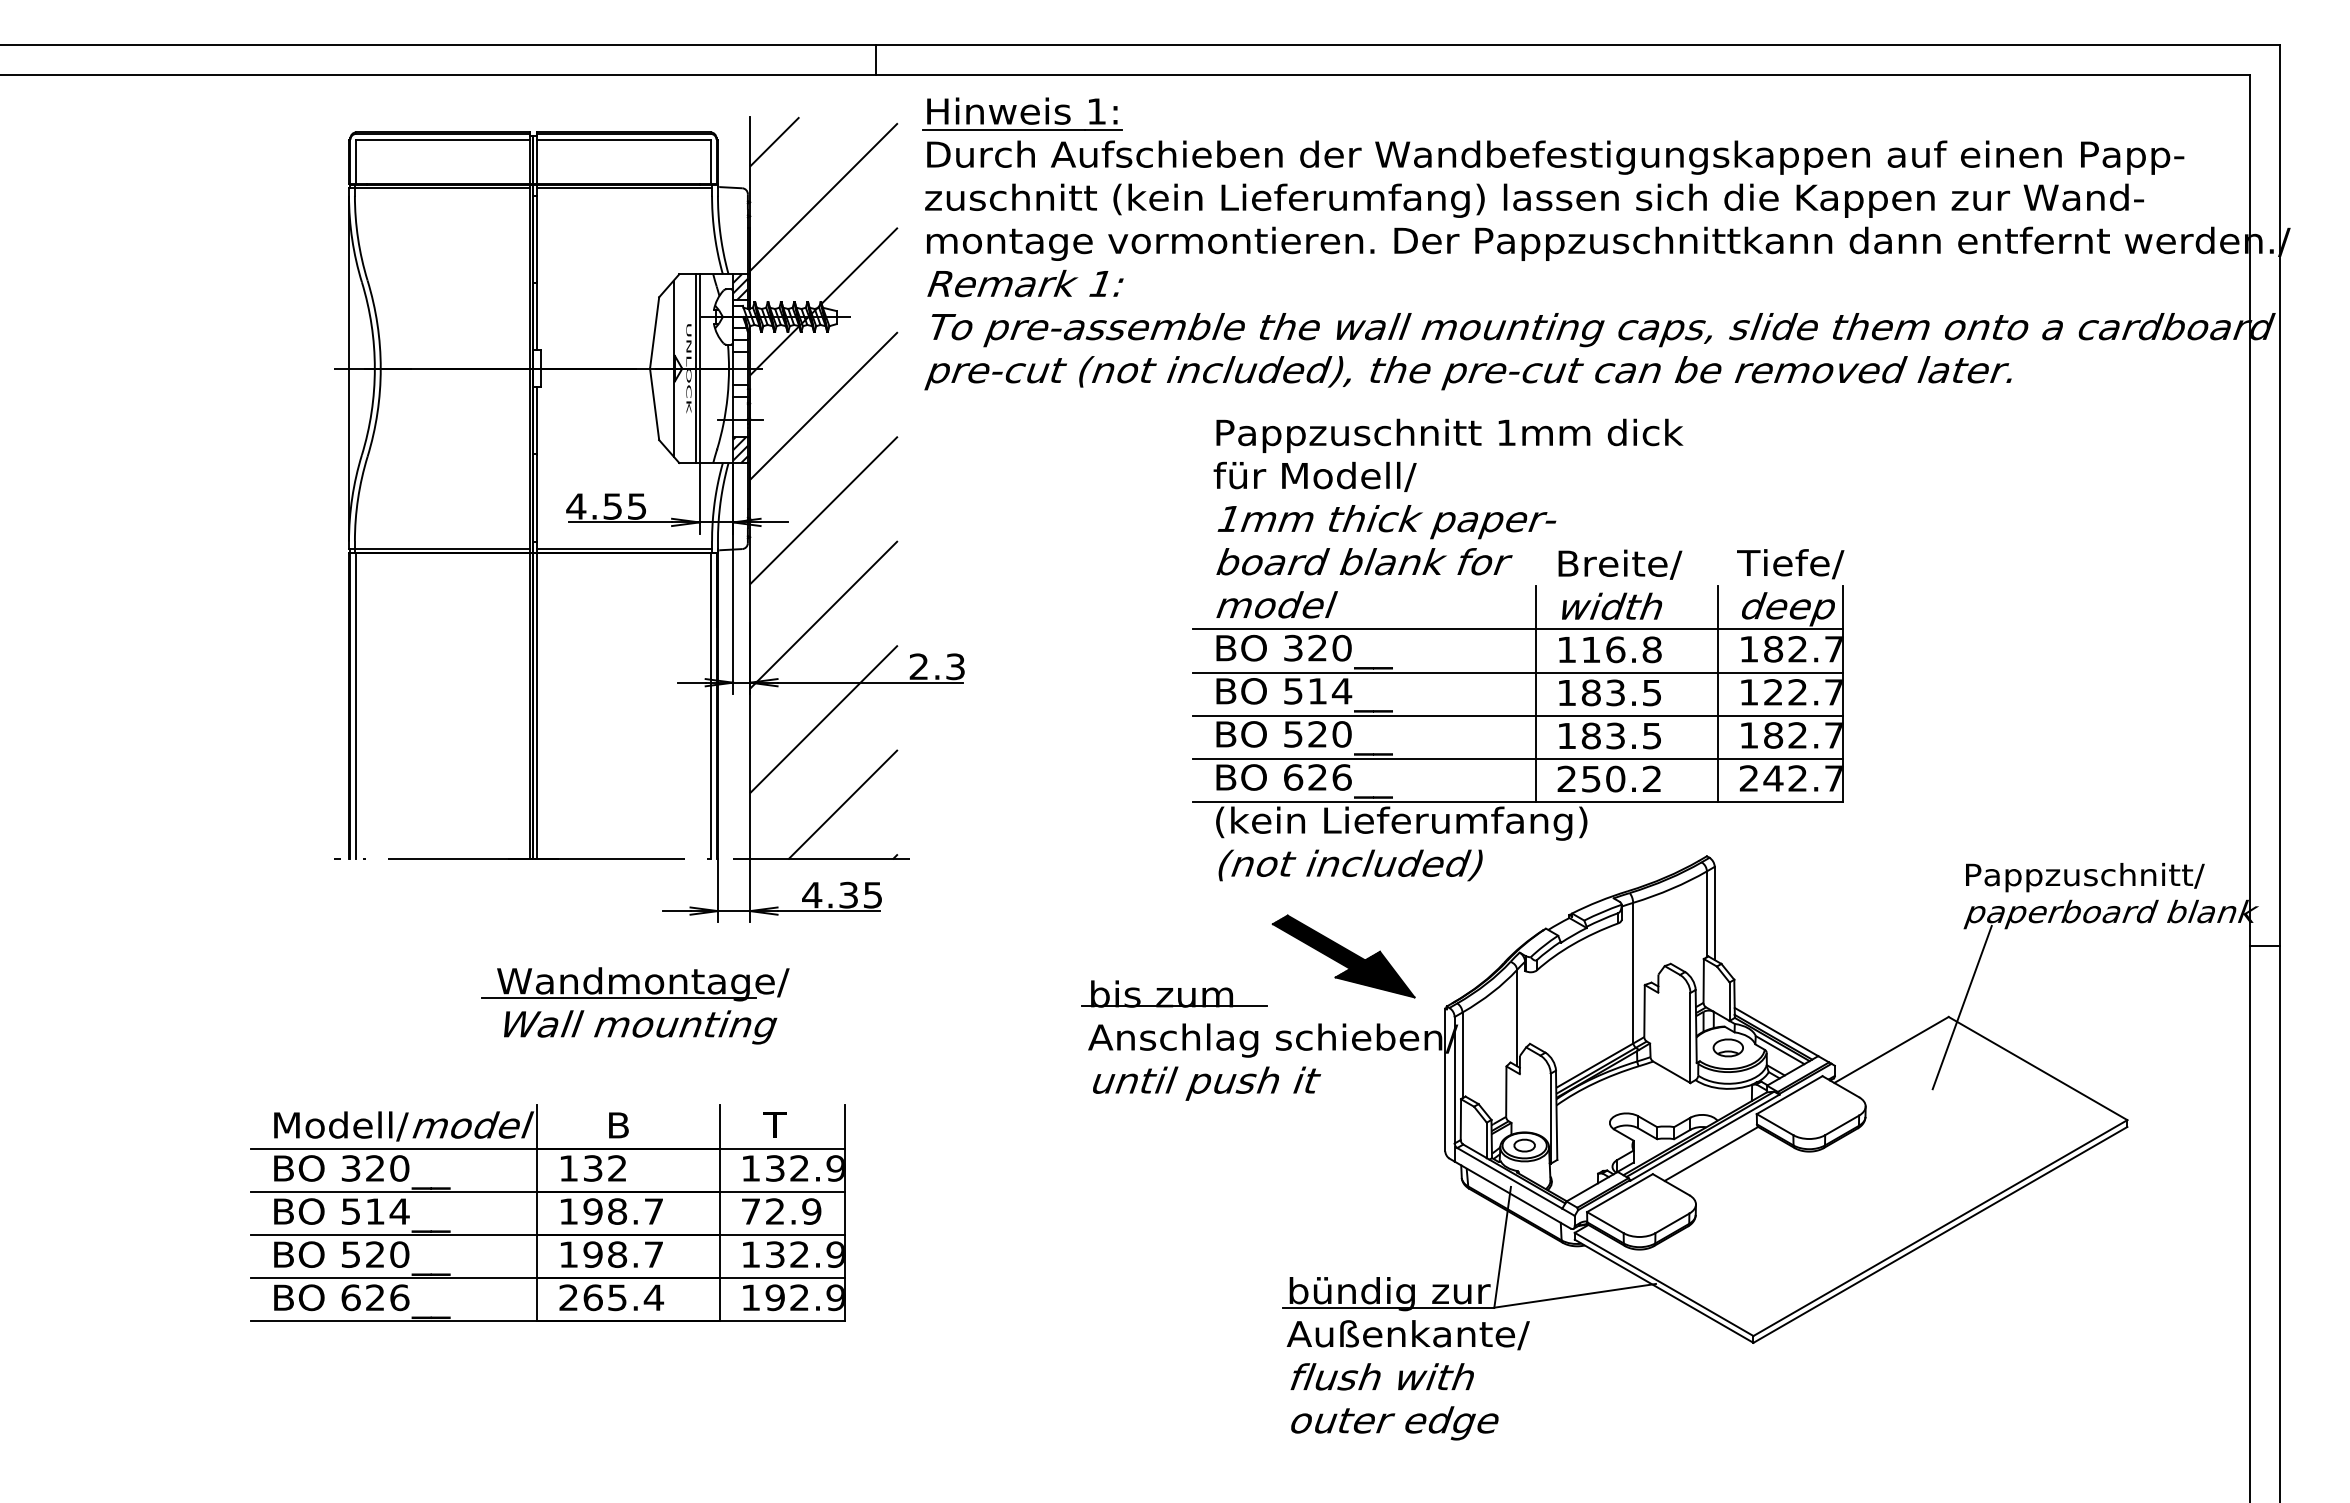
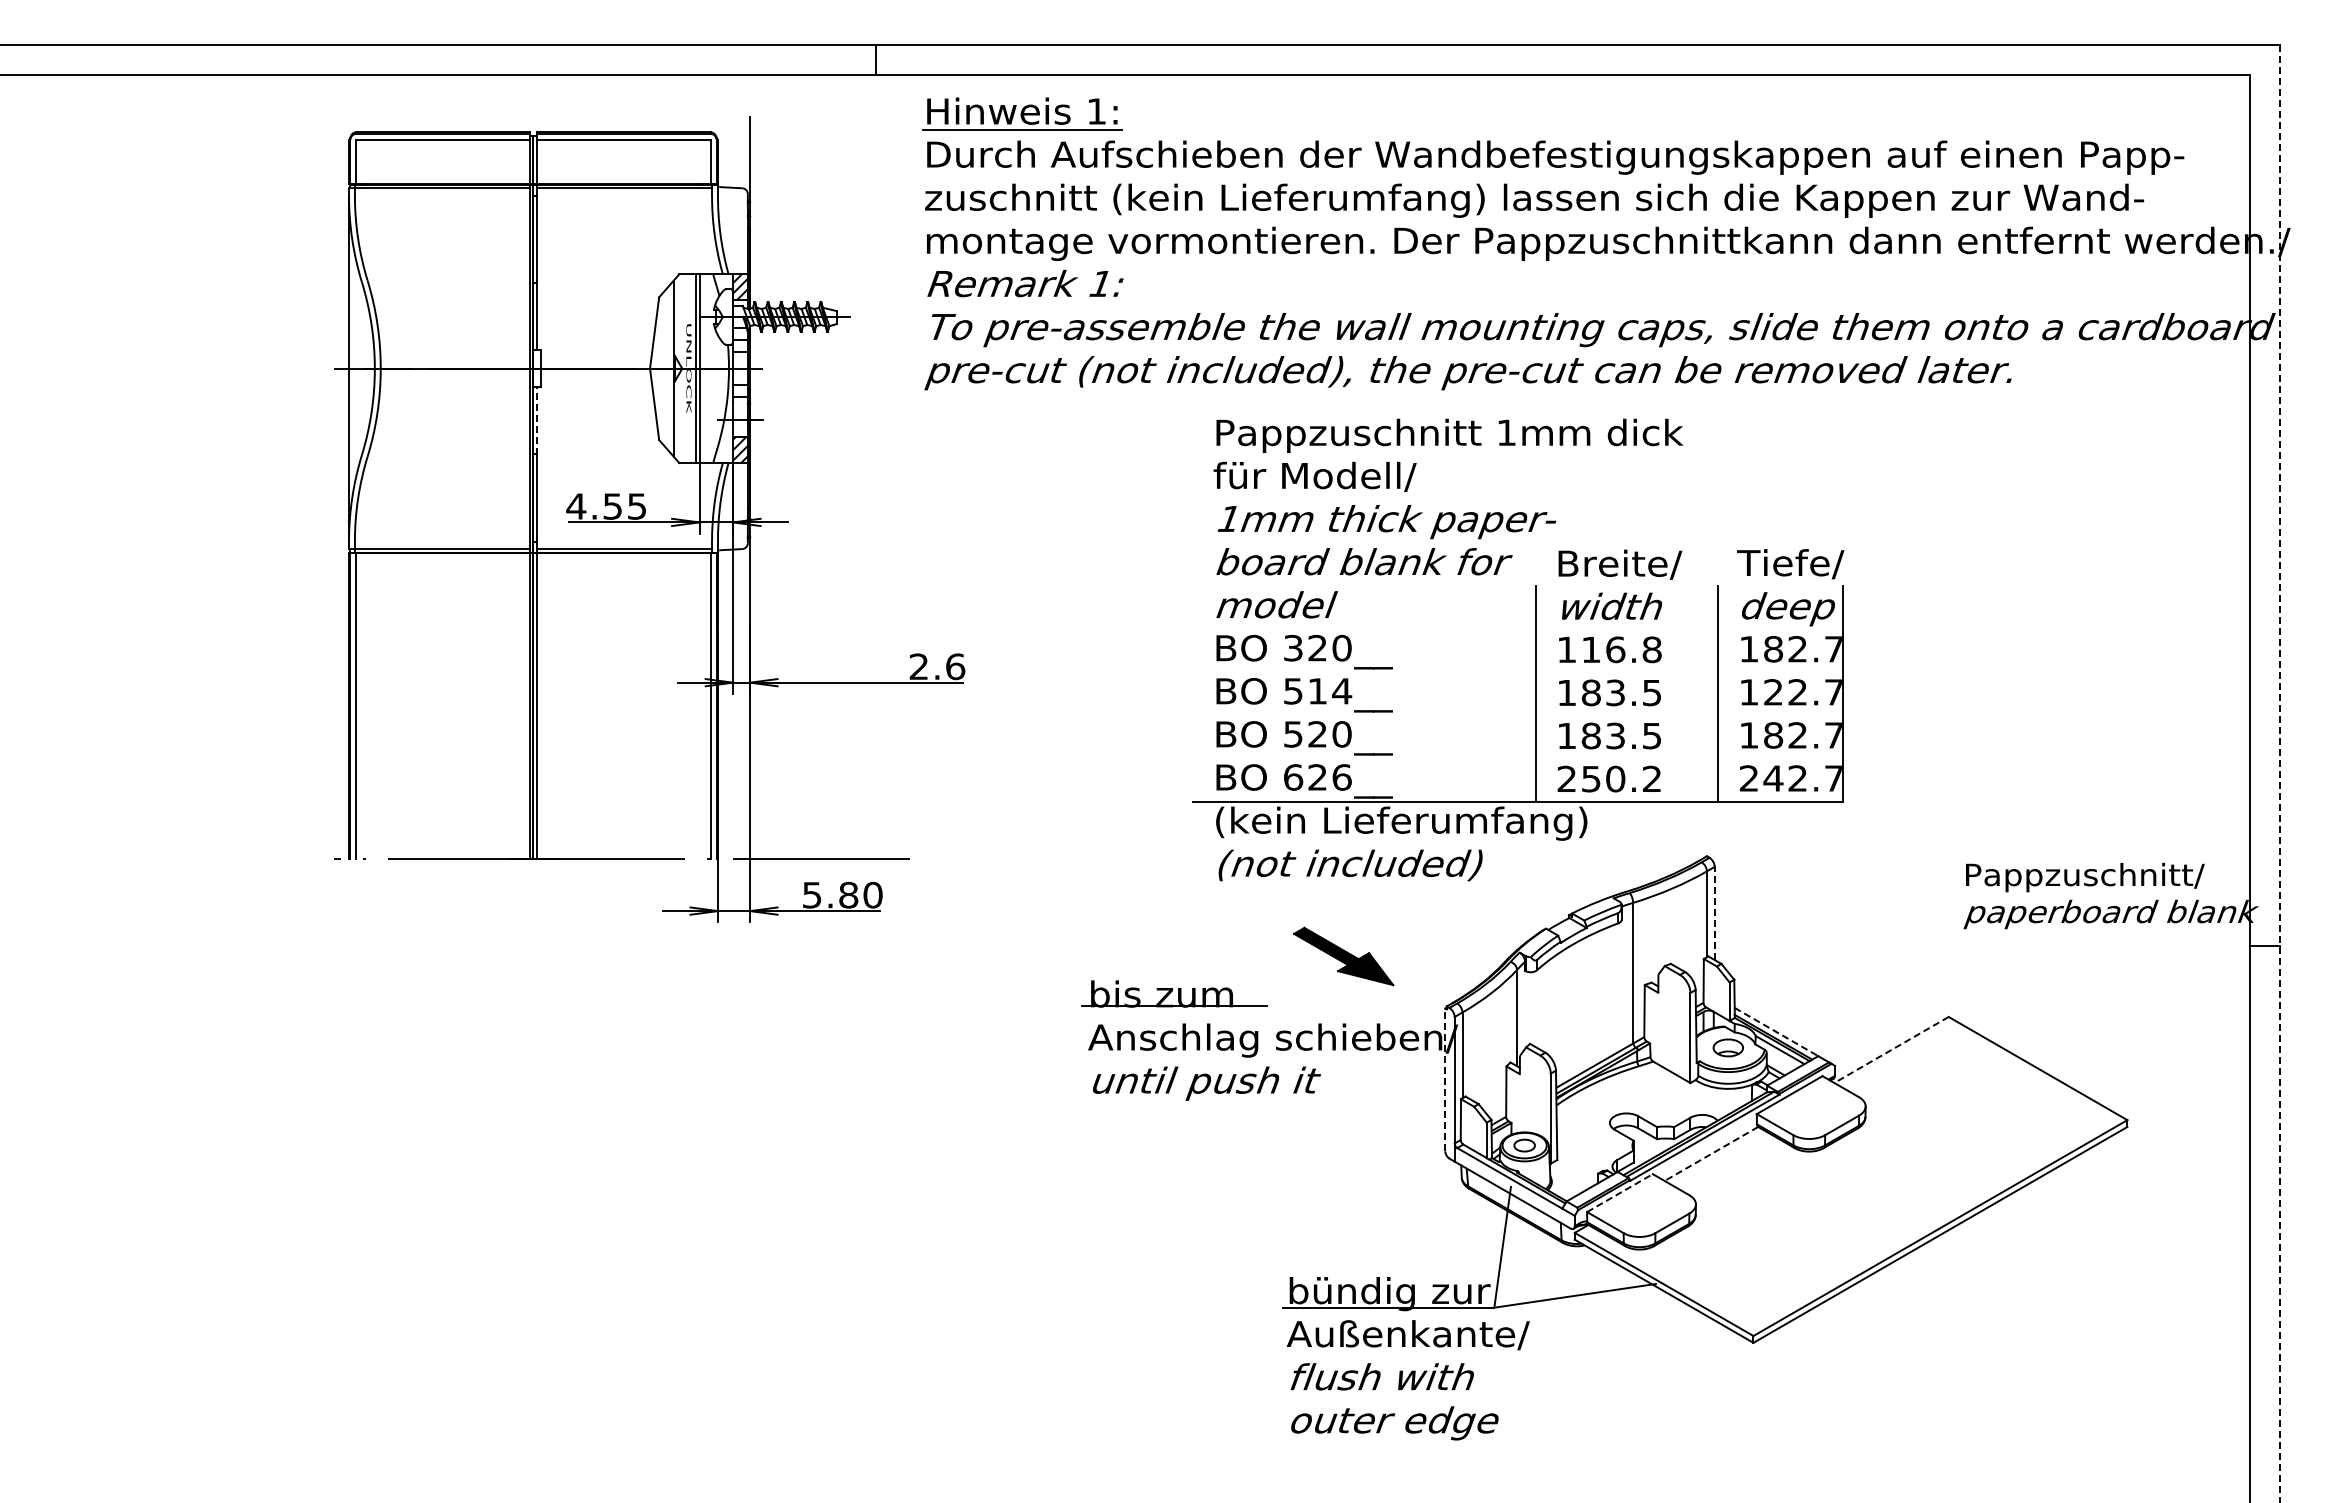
line at (537, 421): solid -> dashed
hatch at (823, 488): present -> none
line at (1518, 629): present -> none
text at (955, 666): 2.3 -> 2.6
line at (1518, 672): present -> none
line at (1518, 715): present -> none
line at (1518, 758): present -> none
line at (2279, 774): solid -> dashed
text at (842, 894): 4.35 -> 5.80
line at (1714, 913): solid -> dashed
part at (1343, 956) size: 145x85 px -> 102x61 px
part at (635, 998): present -> none
line at (1961, 1007): present -> none
line at (1776, 1032): solid -> dashed
line at (1891, 1050): solid -> dashed
line at (1445, 1079): solid -> dashed
line at (1711, 1154): solid -> dashed
line at (1619, 1193): solid -> dashed
part at (547, 1212): present -> none
